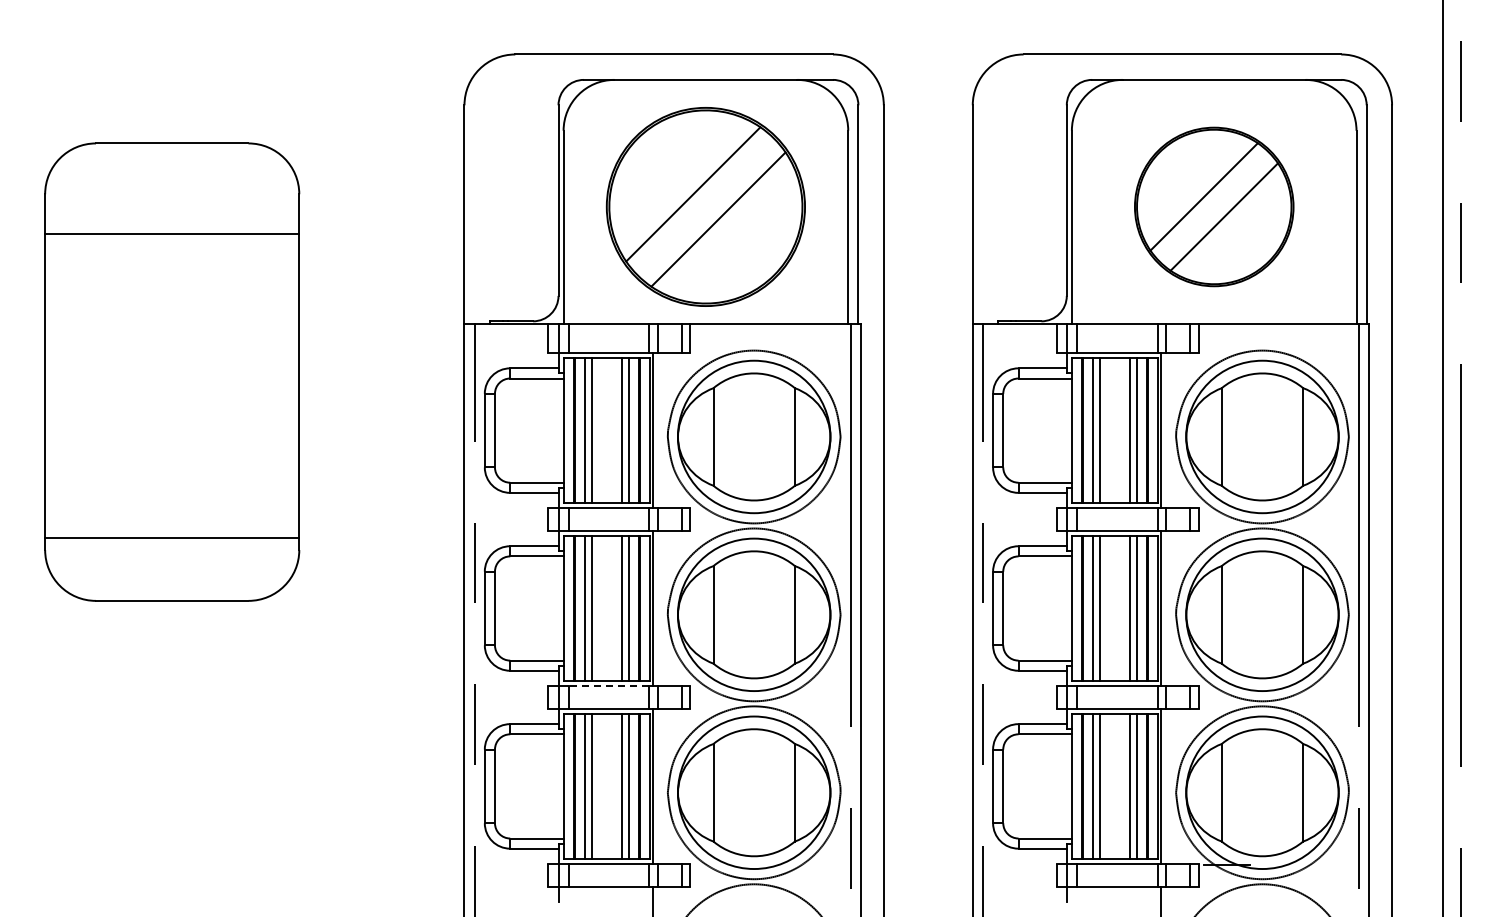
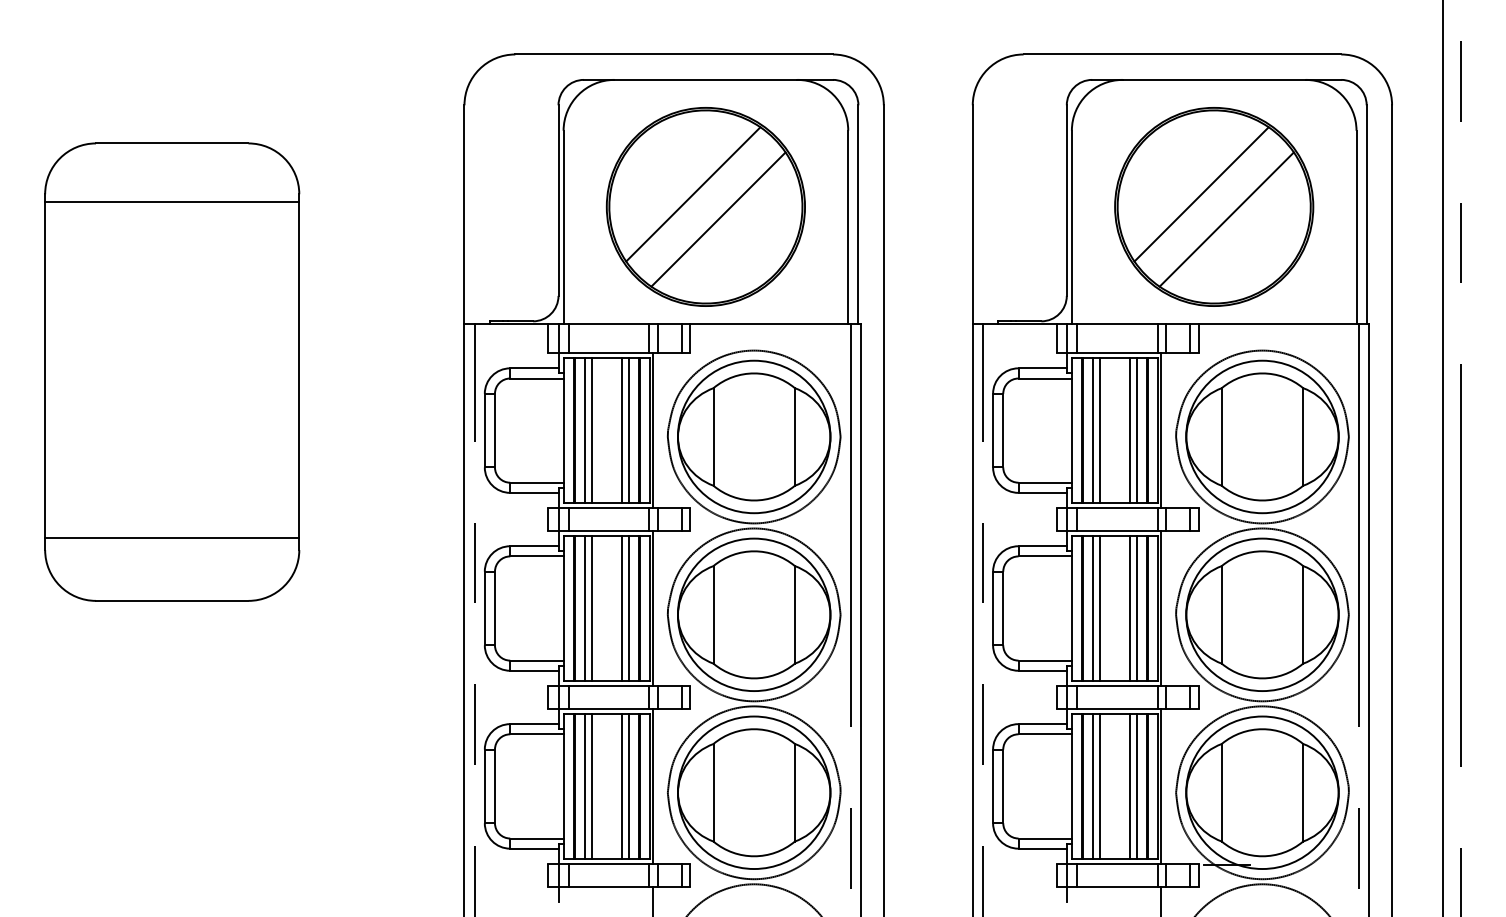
part at (1214, 206) size: 161x162 px -> 201x200 px
line at (172, 233) position: (172, 233) -> (172, 201)
line at (608, 686): dashed -> solid
